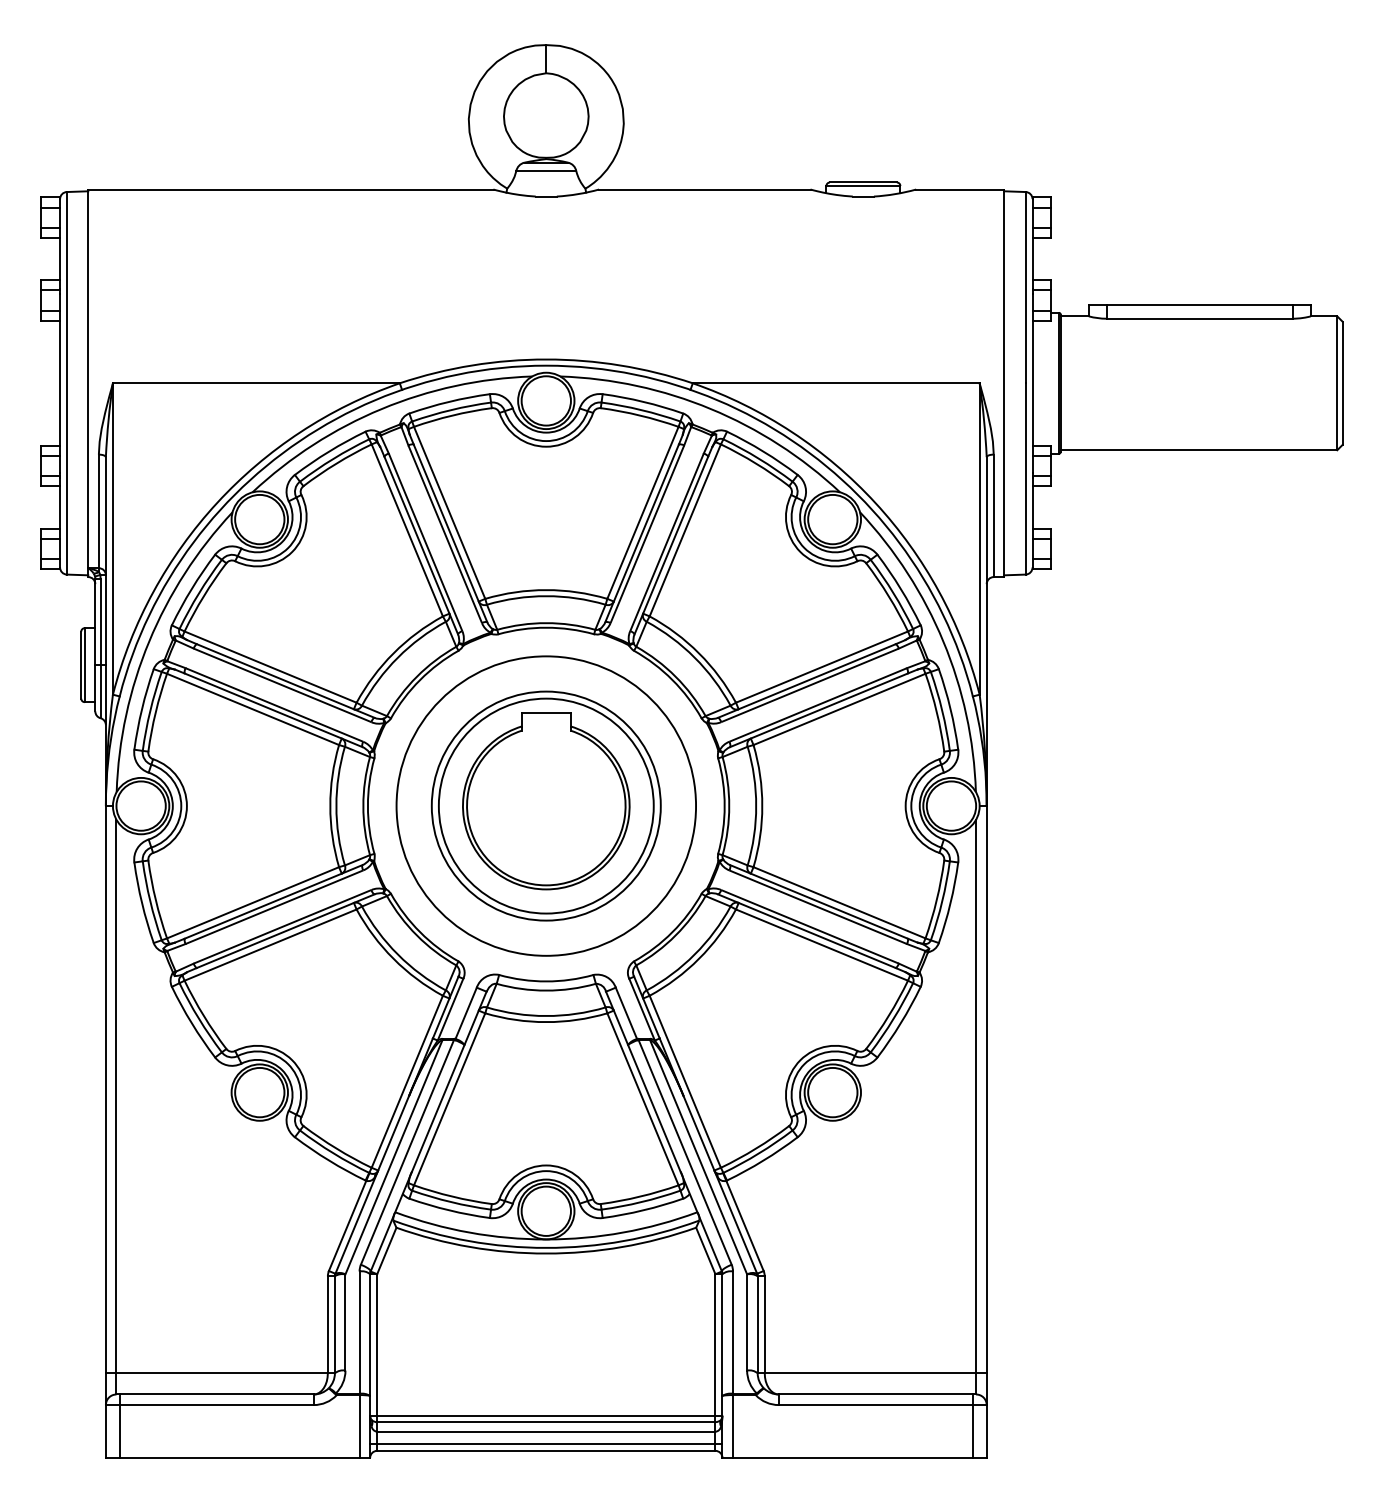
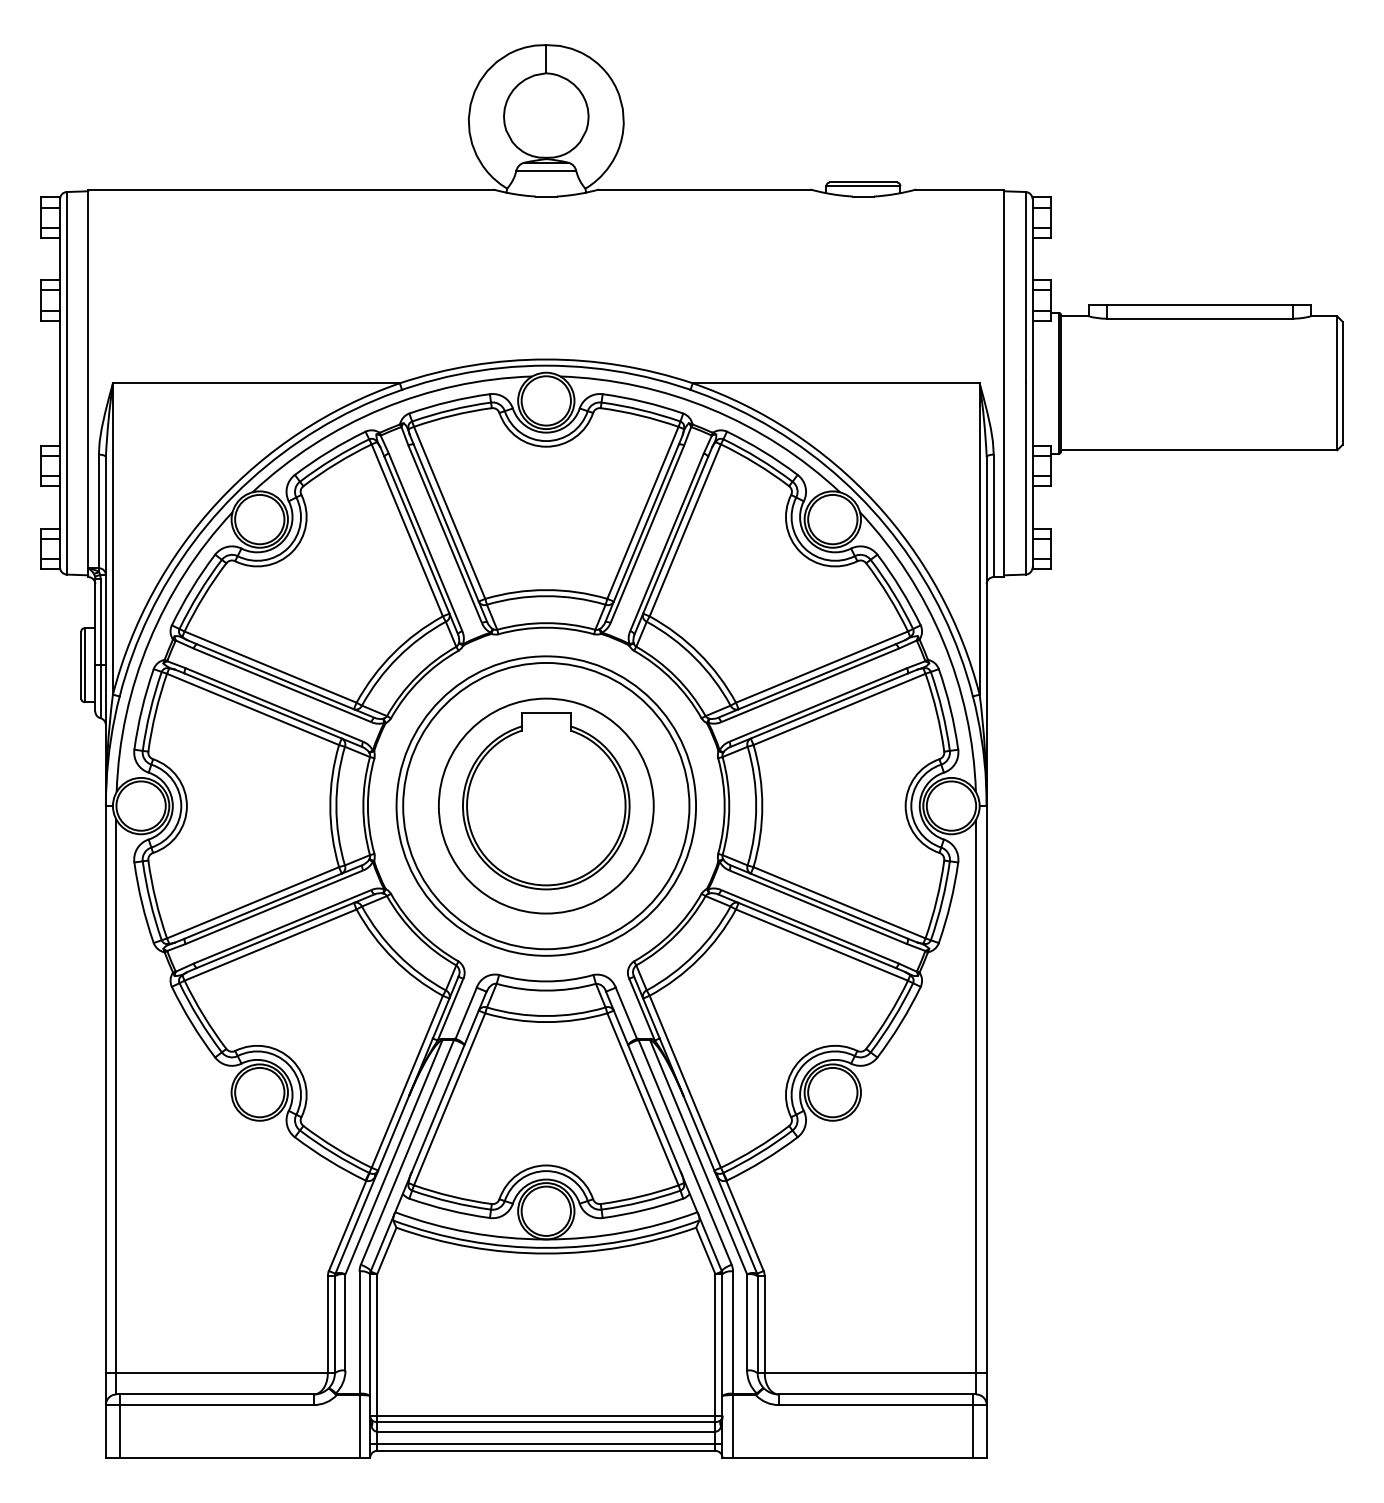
circle at (545, 805) diameter: 229 px -> 286 px
